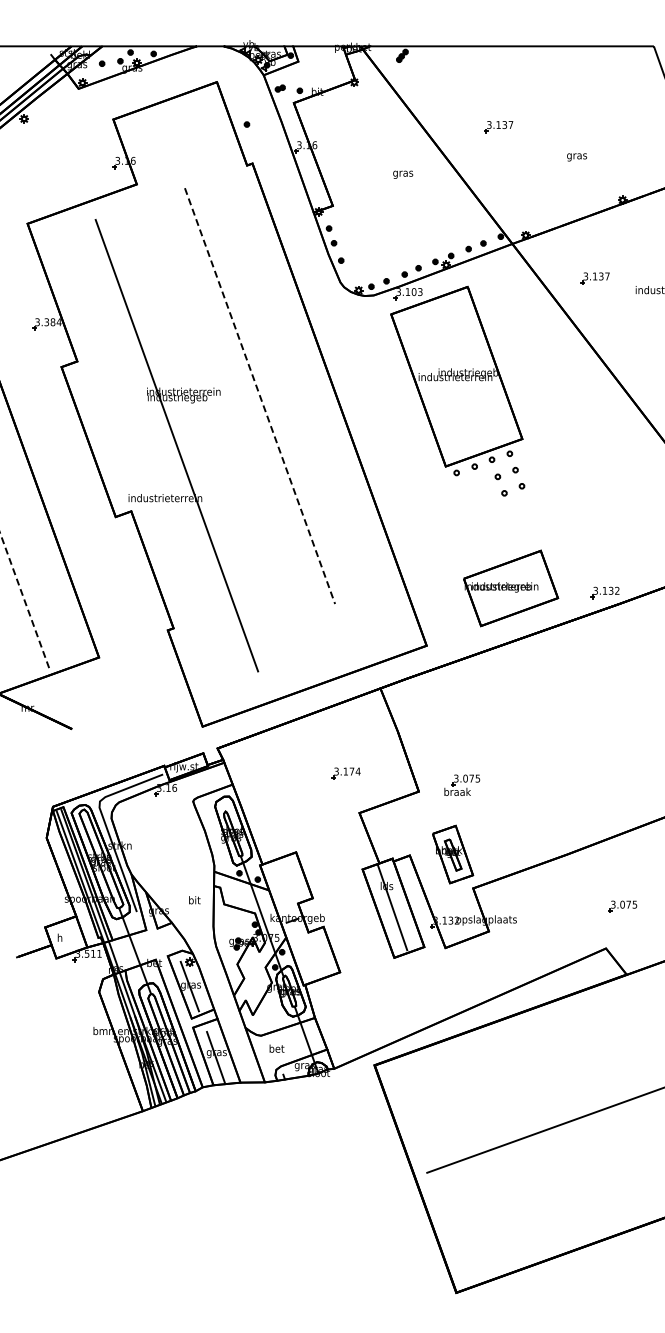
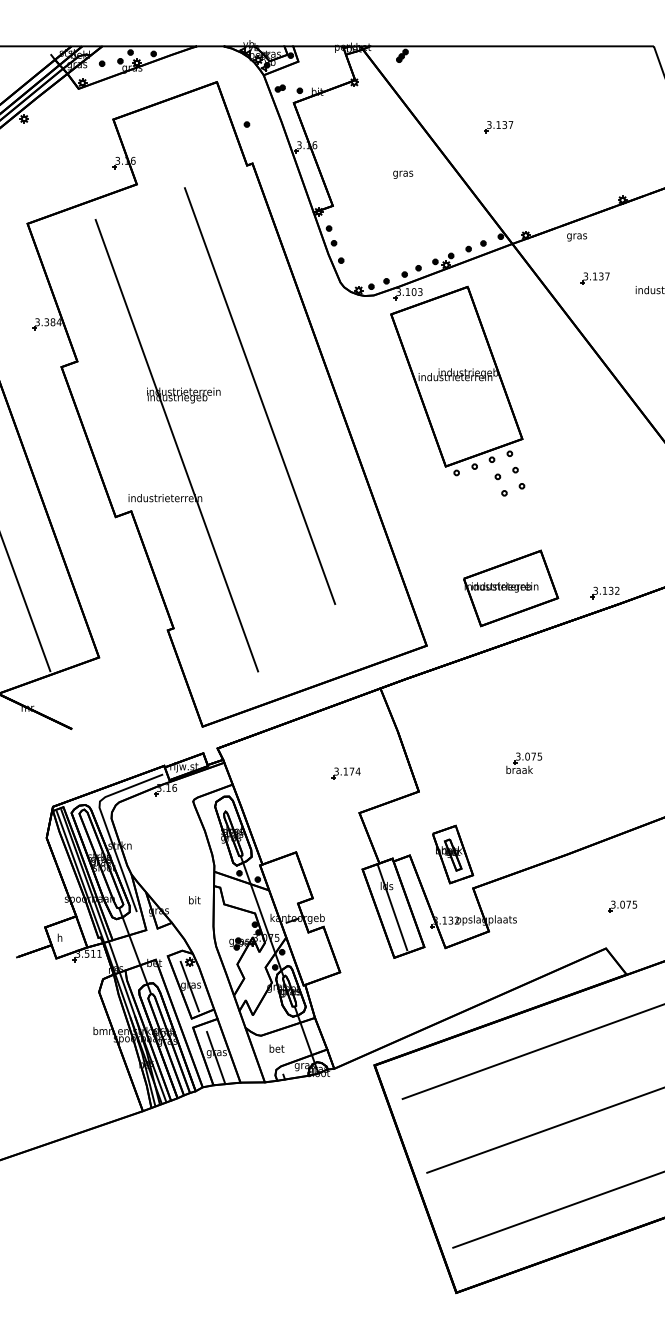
text at (577, 157) position: (577, 157) -> (577, 237)
line at (260, 396): dashed -> solid
line at (25, 602): dashed -> solid
part at (462, 784) position: (462, 784) -> (524, 762)
line at (531, 1051): none -> present
line at (557, 1209): none -> present
